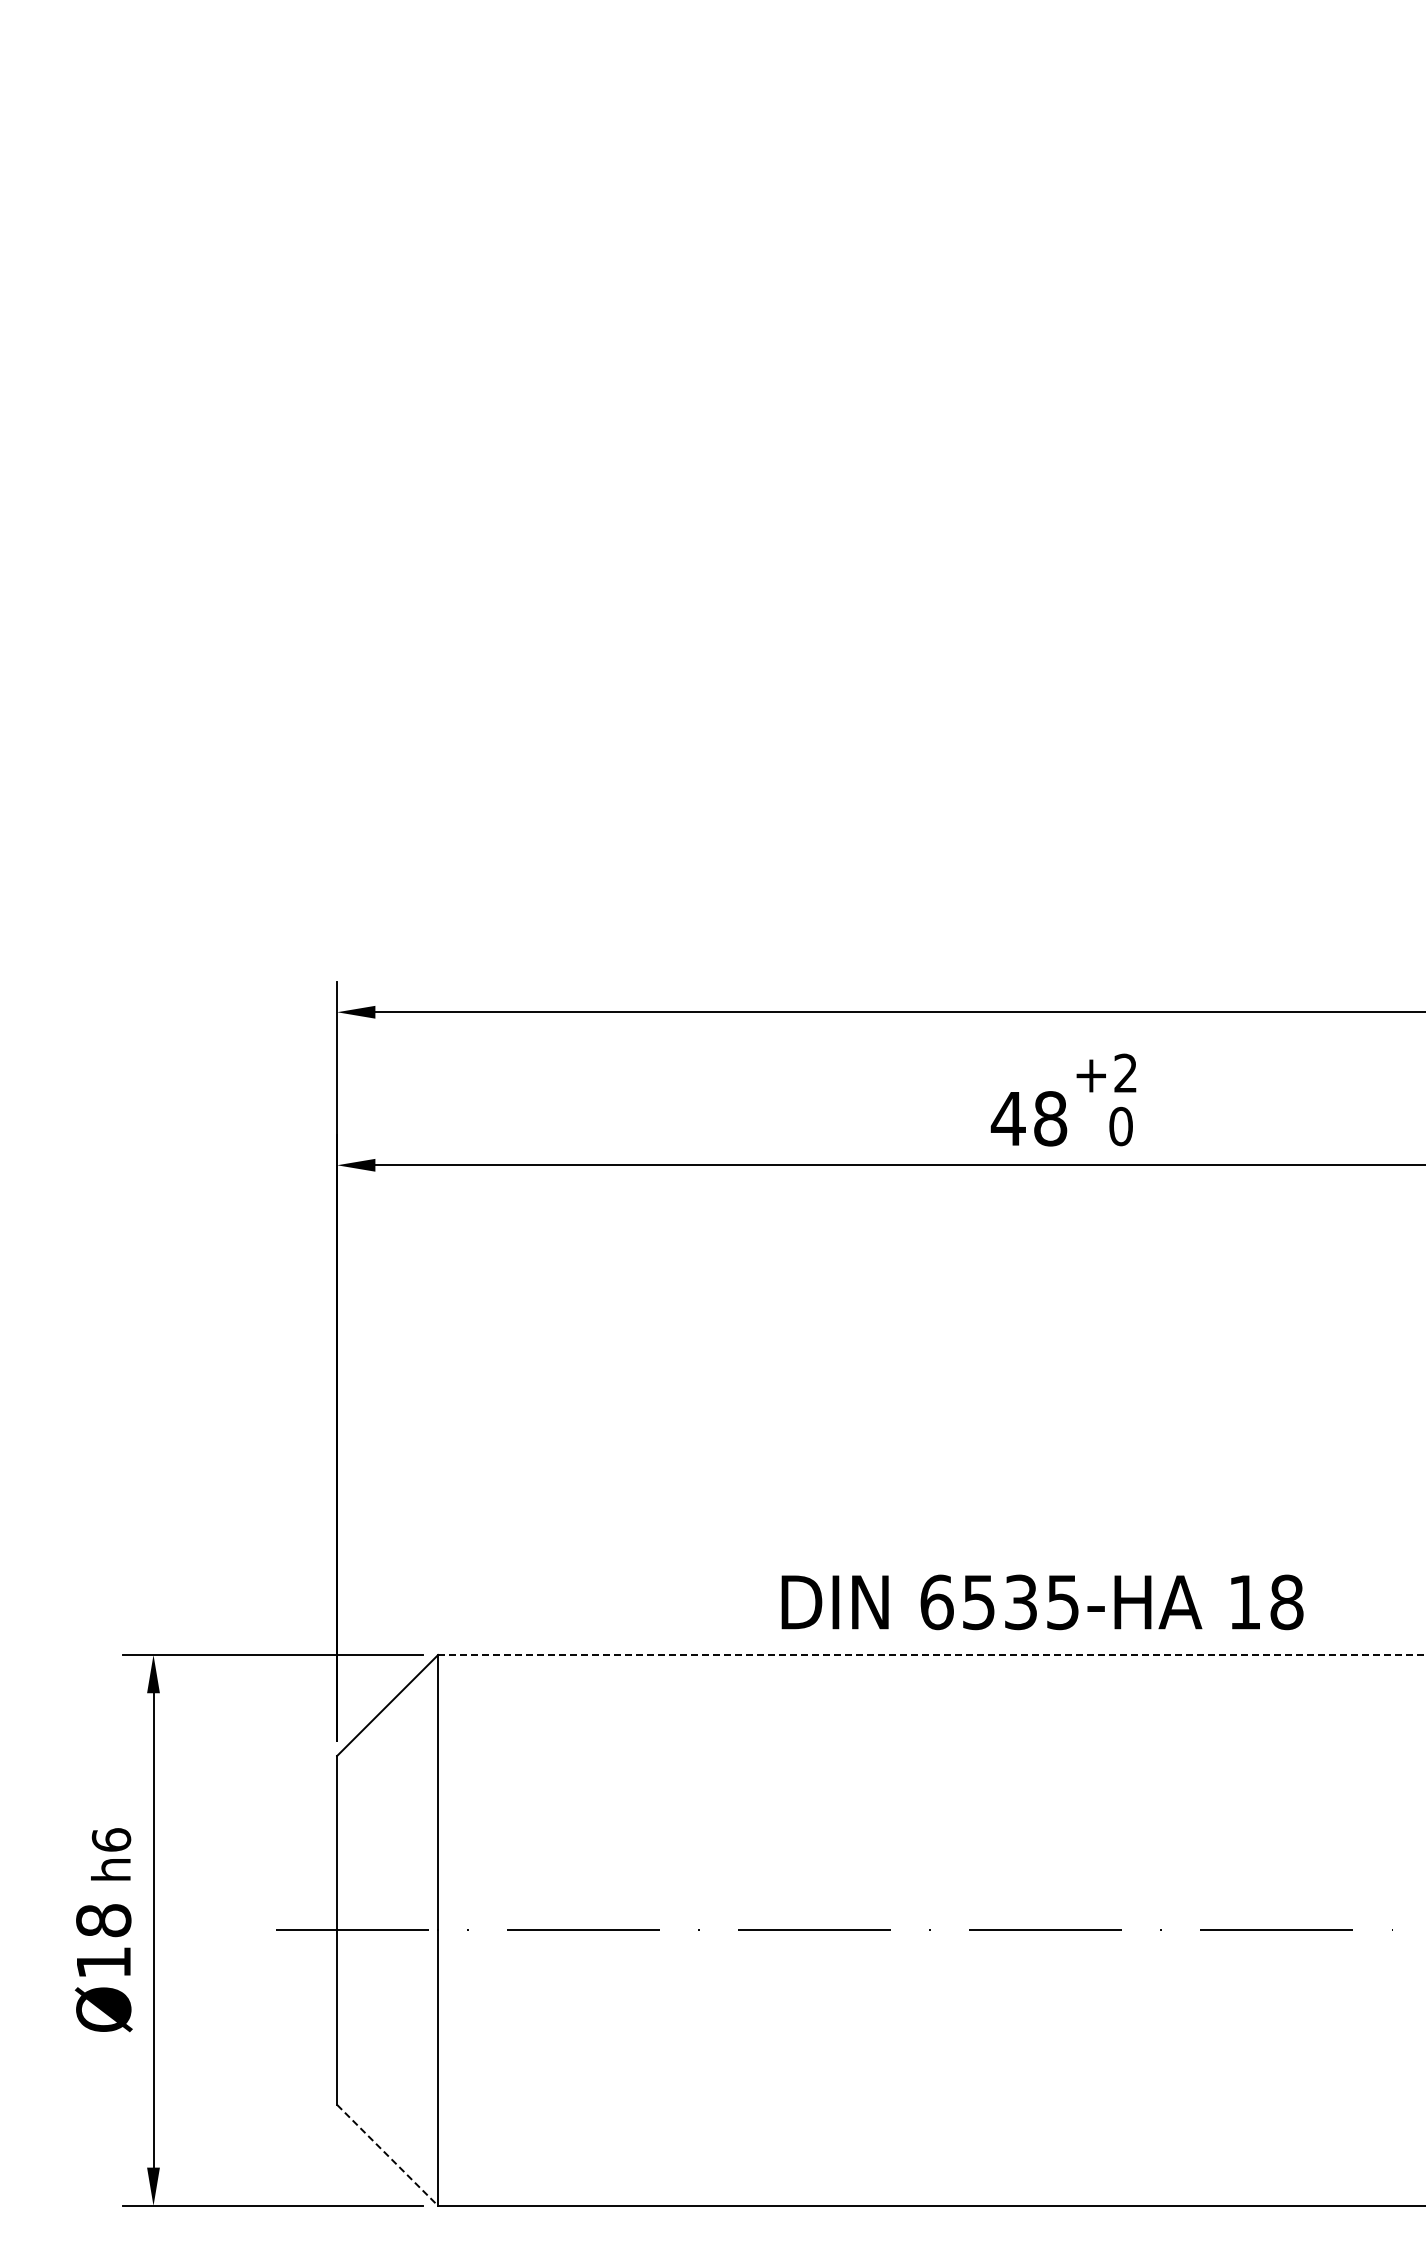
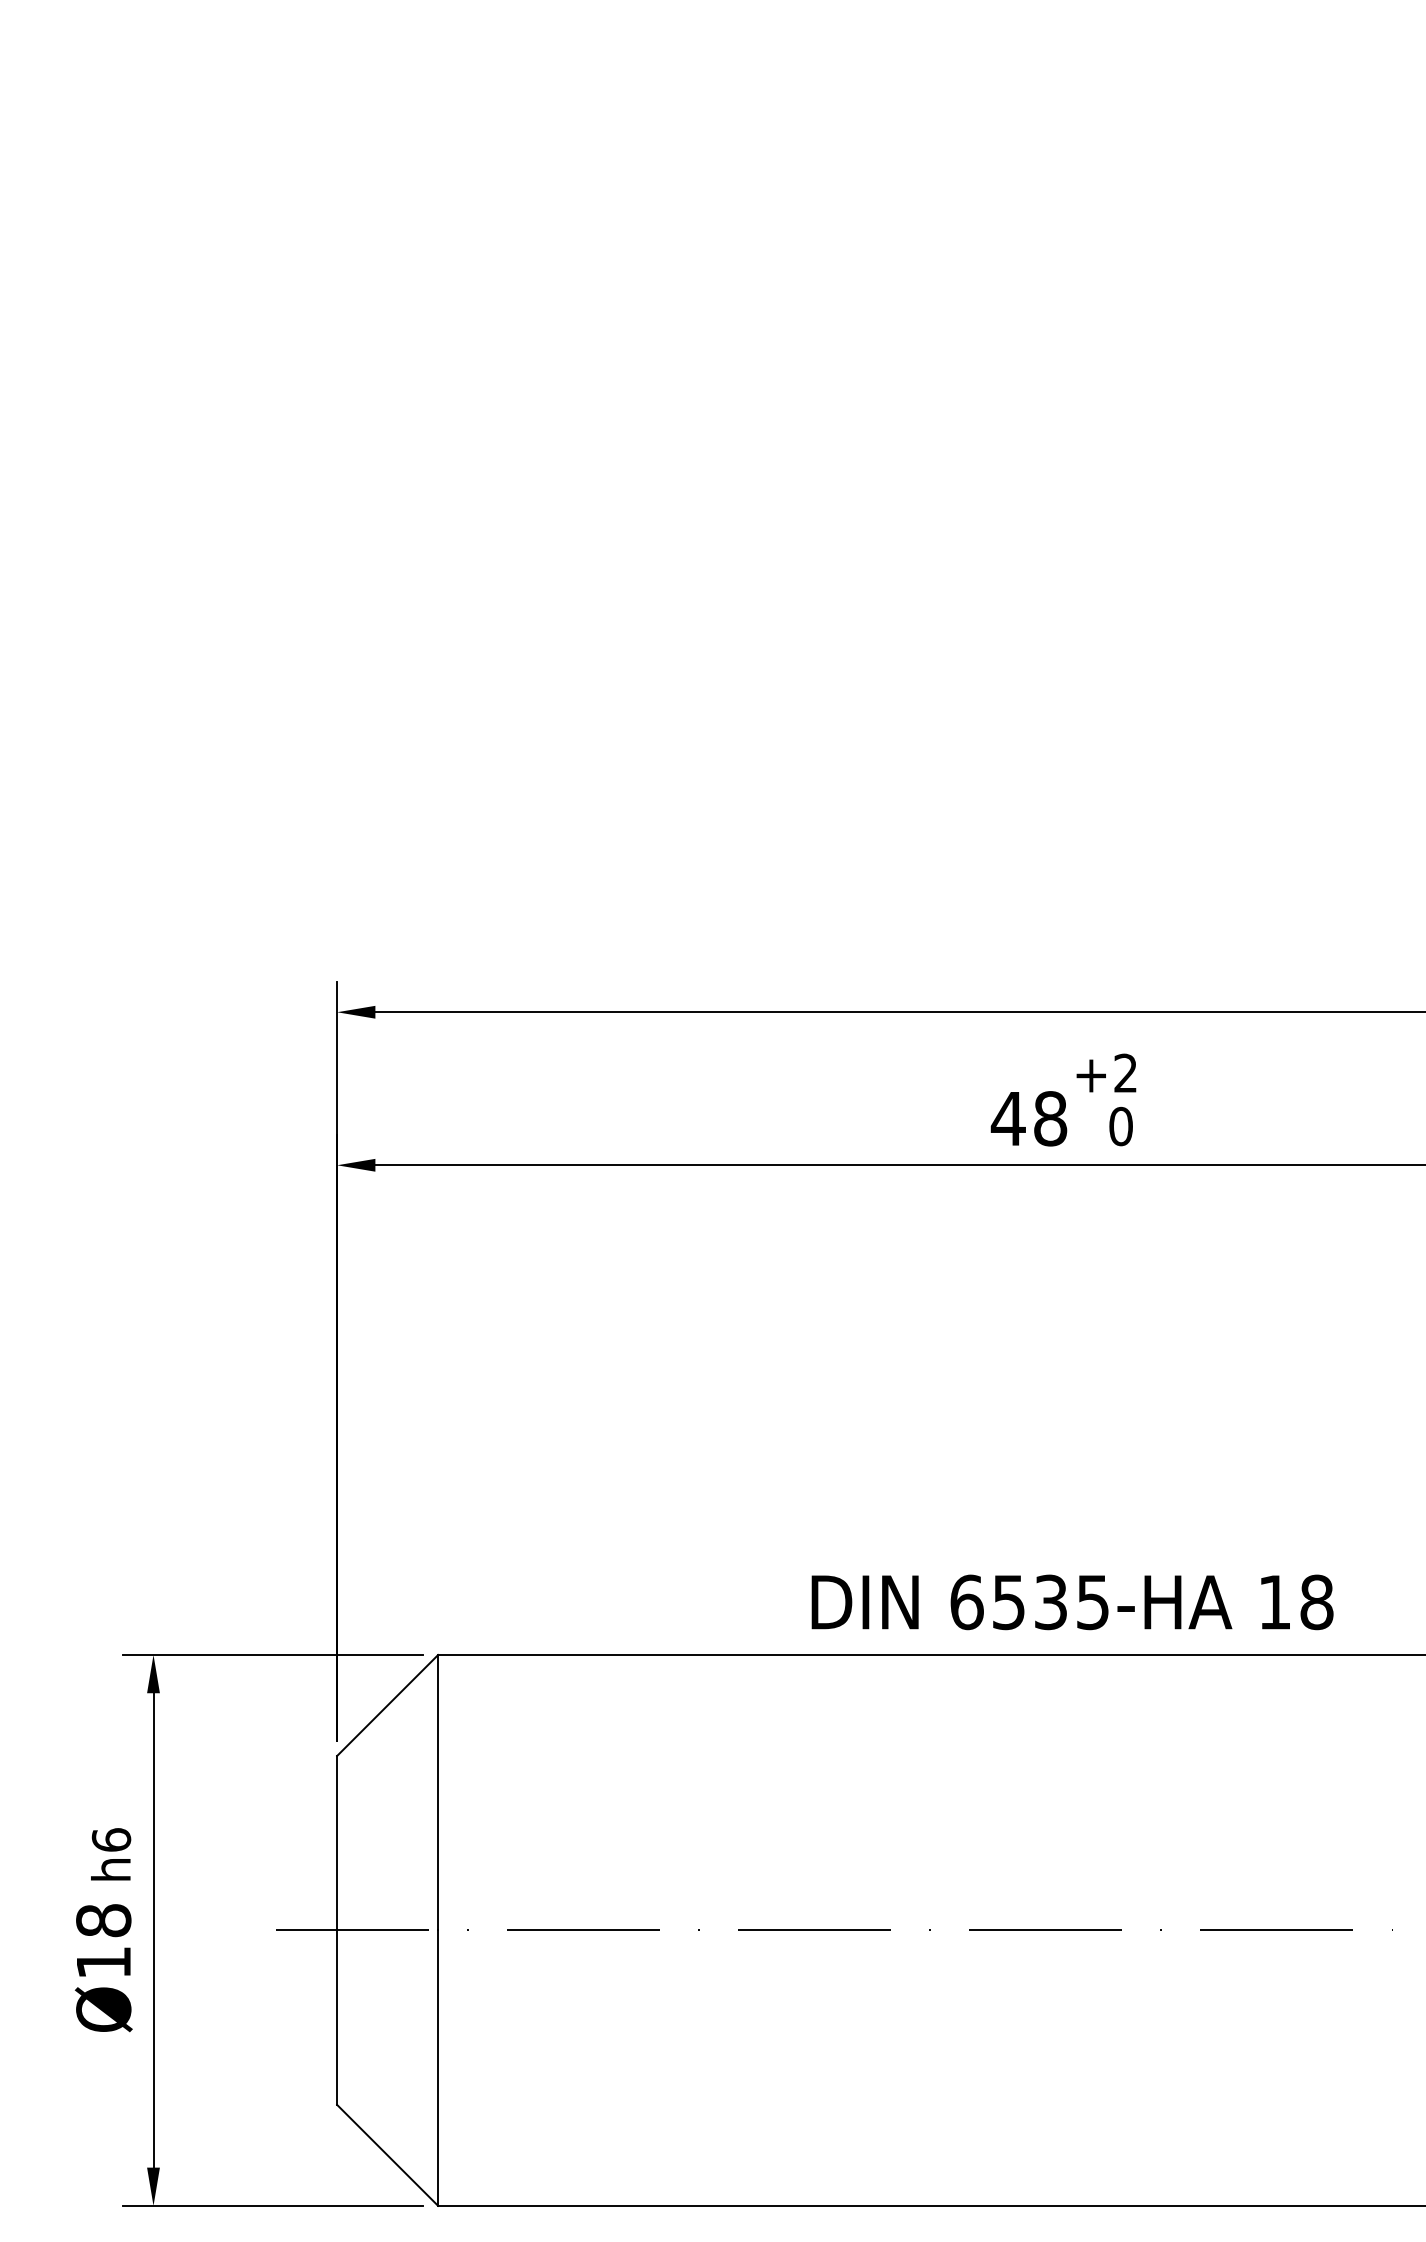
text at (1042, 1602) position: (1042, 1602) -> (1072, 1602)
line at (931, 1654): dashed -> solid
line at (388, 2155): dashed -> solid
